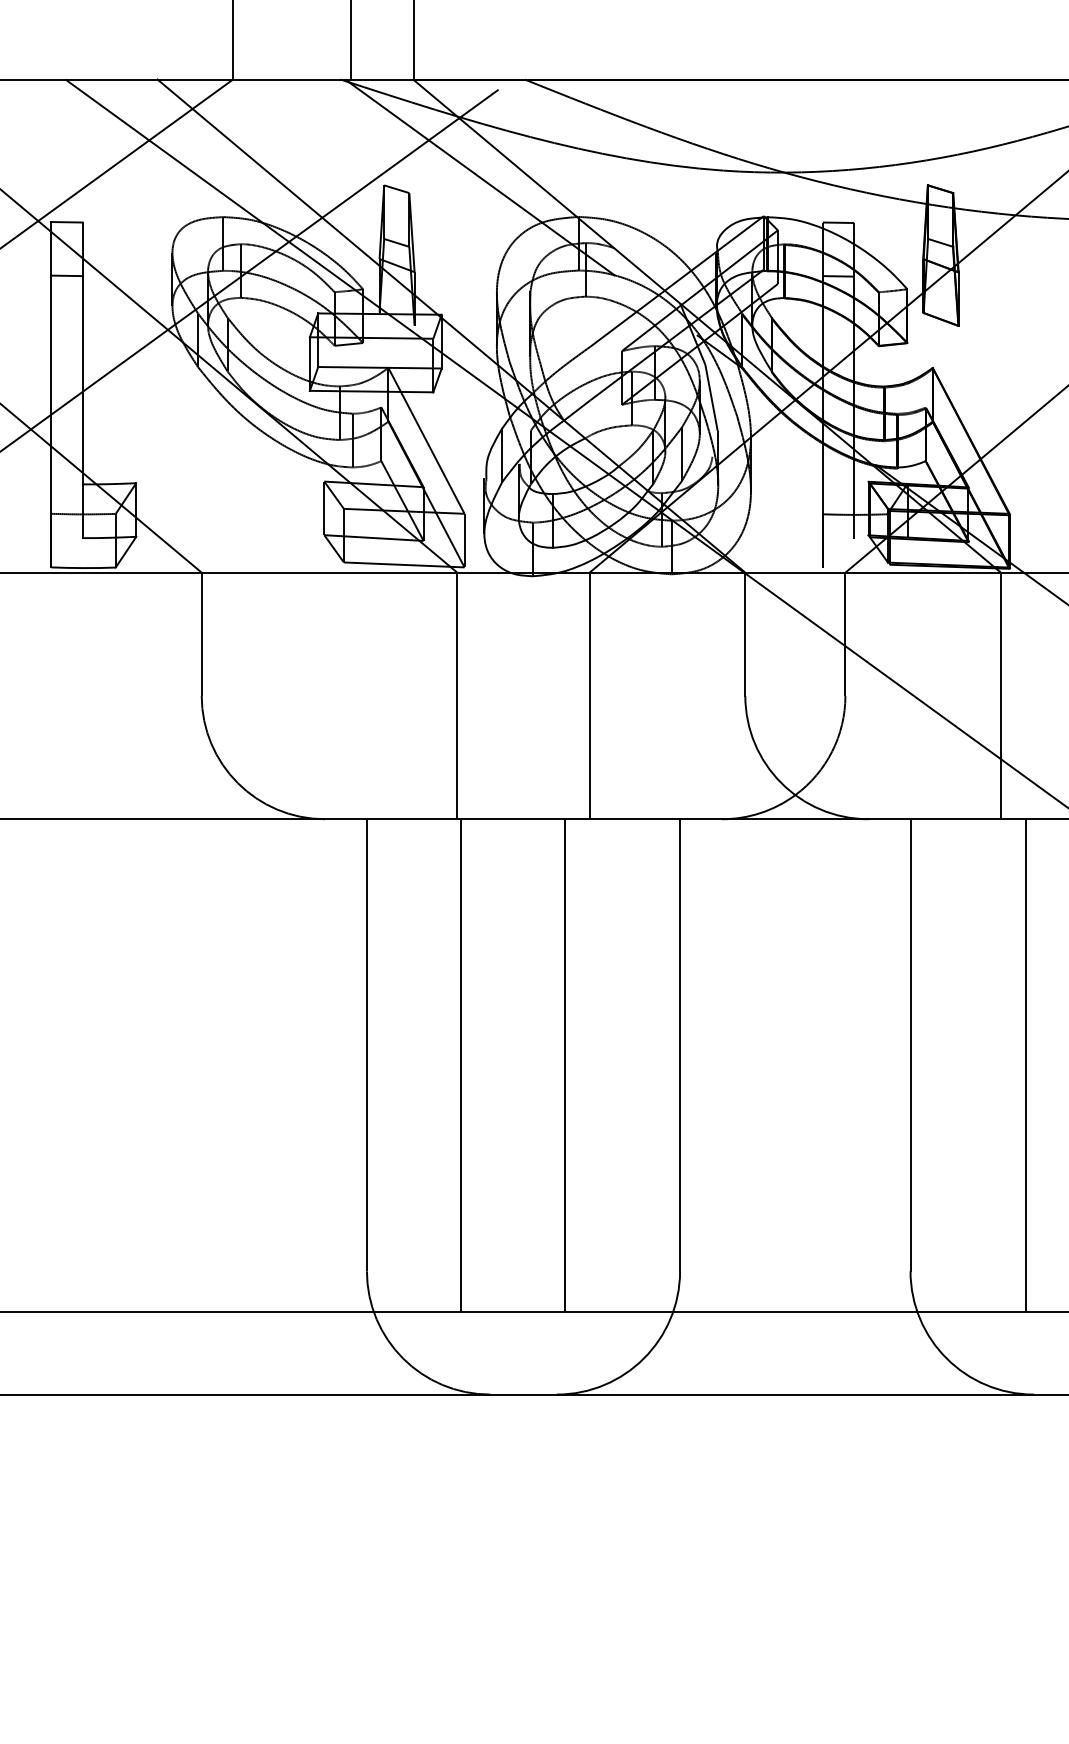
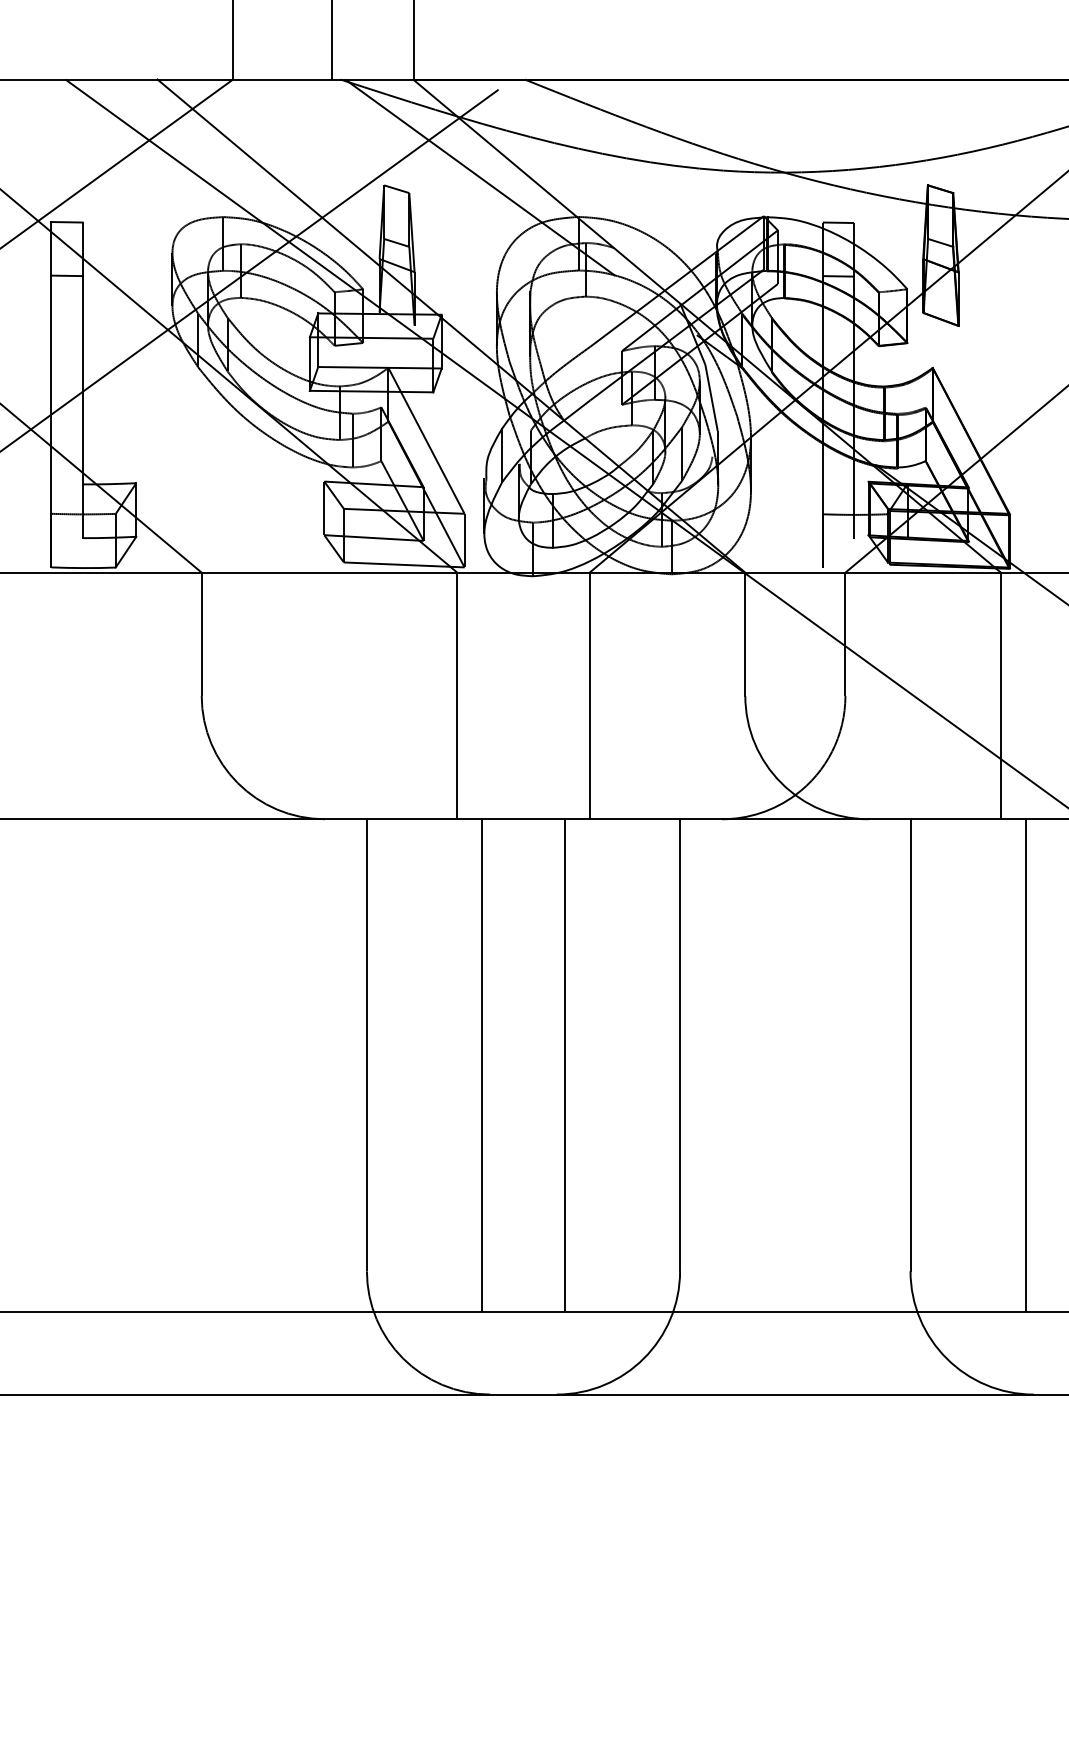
line at (350, 40) position: (350, 40) -> (331, 40)
line at (460, 1065) position: (460, 1065) -> (481, 1065)
